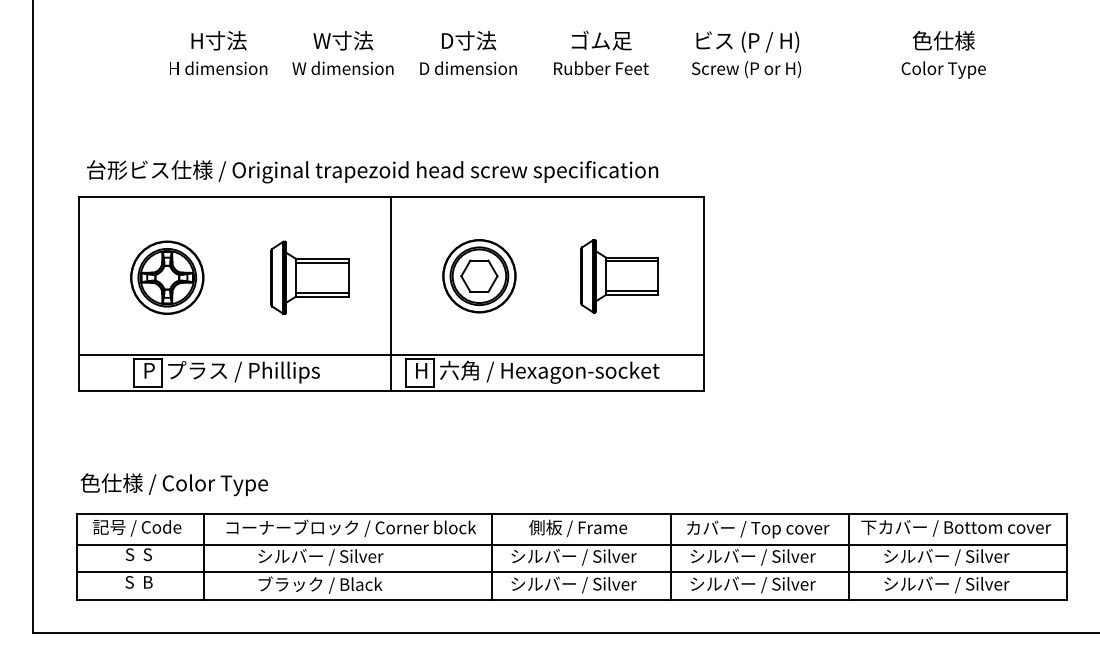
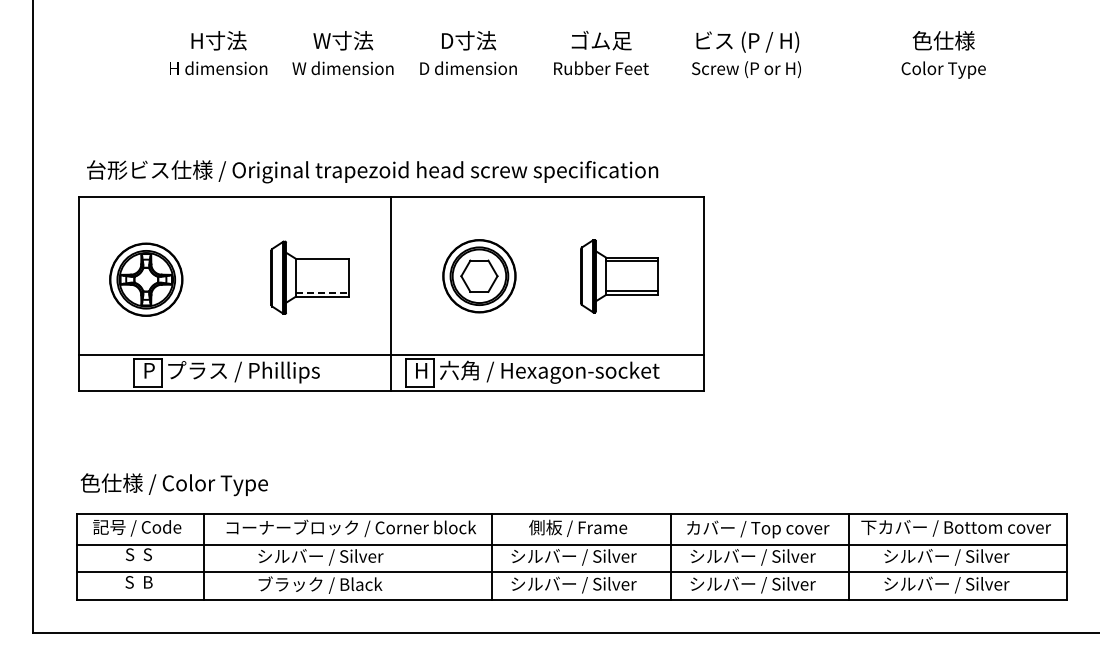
line at (322, 262): present -> none
part at (167, 277) position: (167, 277) -> (146, 279)
line at (322, 292): solid -> dashed
